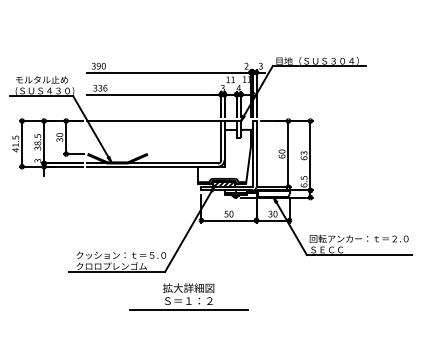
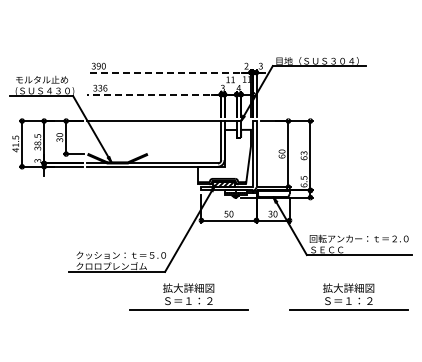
line at (169, 72): solid -> dashed
line at (153, 94): solid -> dashed
part at (348, 296): none -> present
